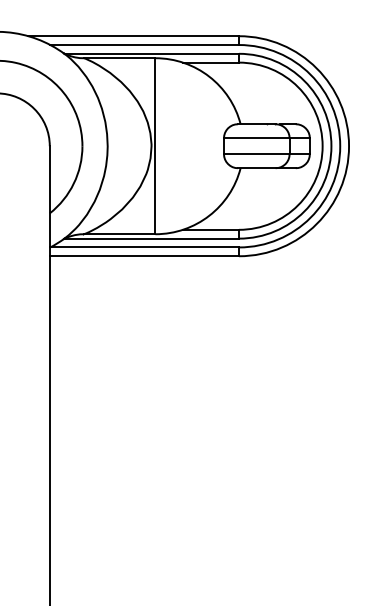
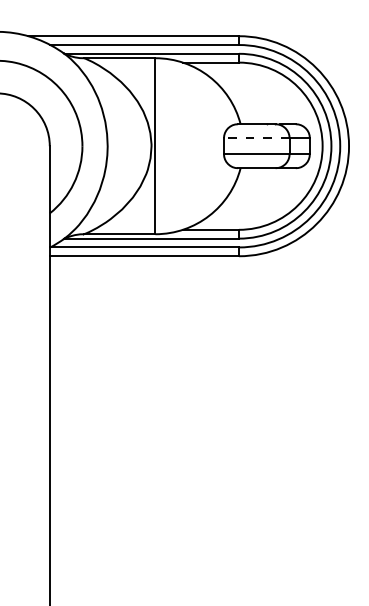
line at (256, 138): solid -> dashed
